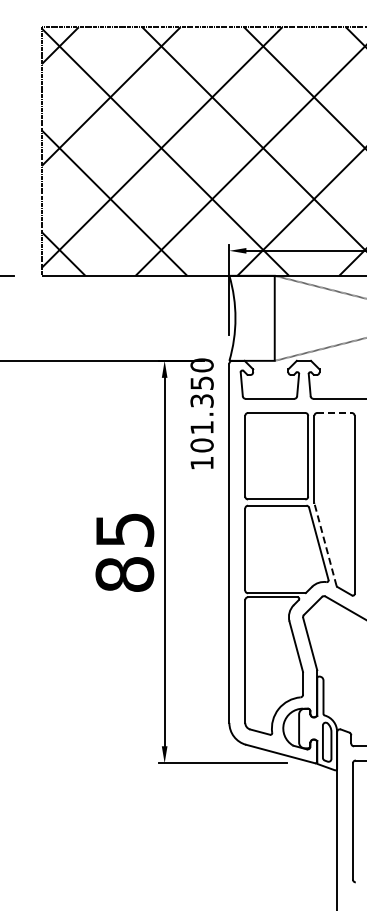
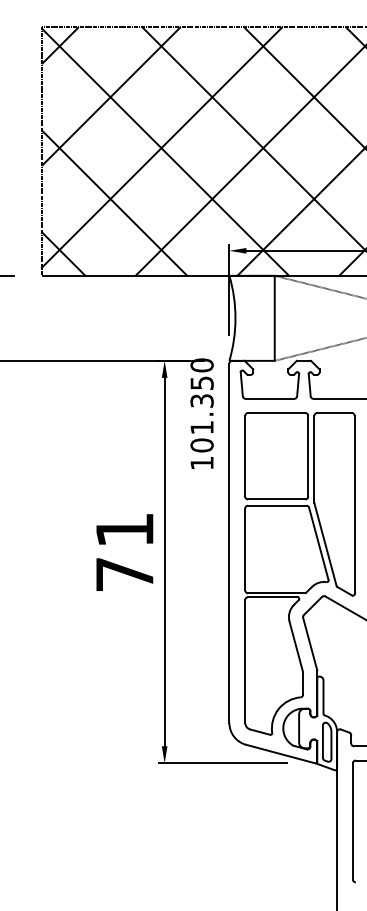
line at (335, 413): dashed -> solid
line at (325, 544): dashed -> solid
text at (124, 552): 85 -> 71
